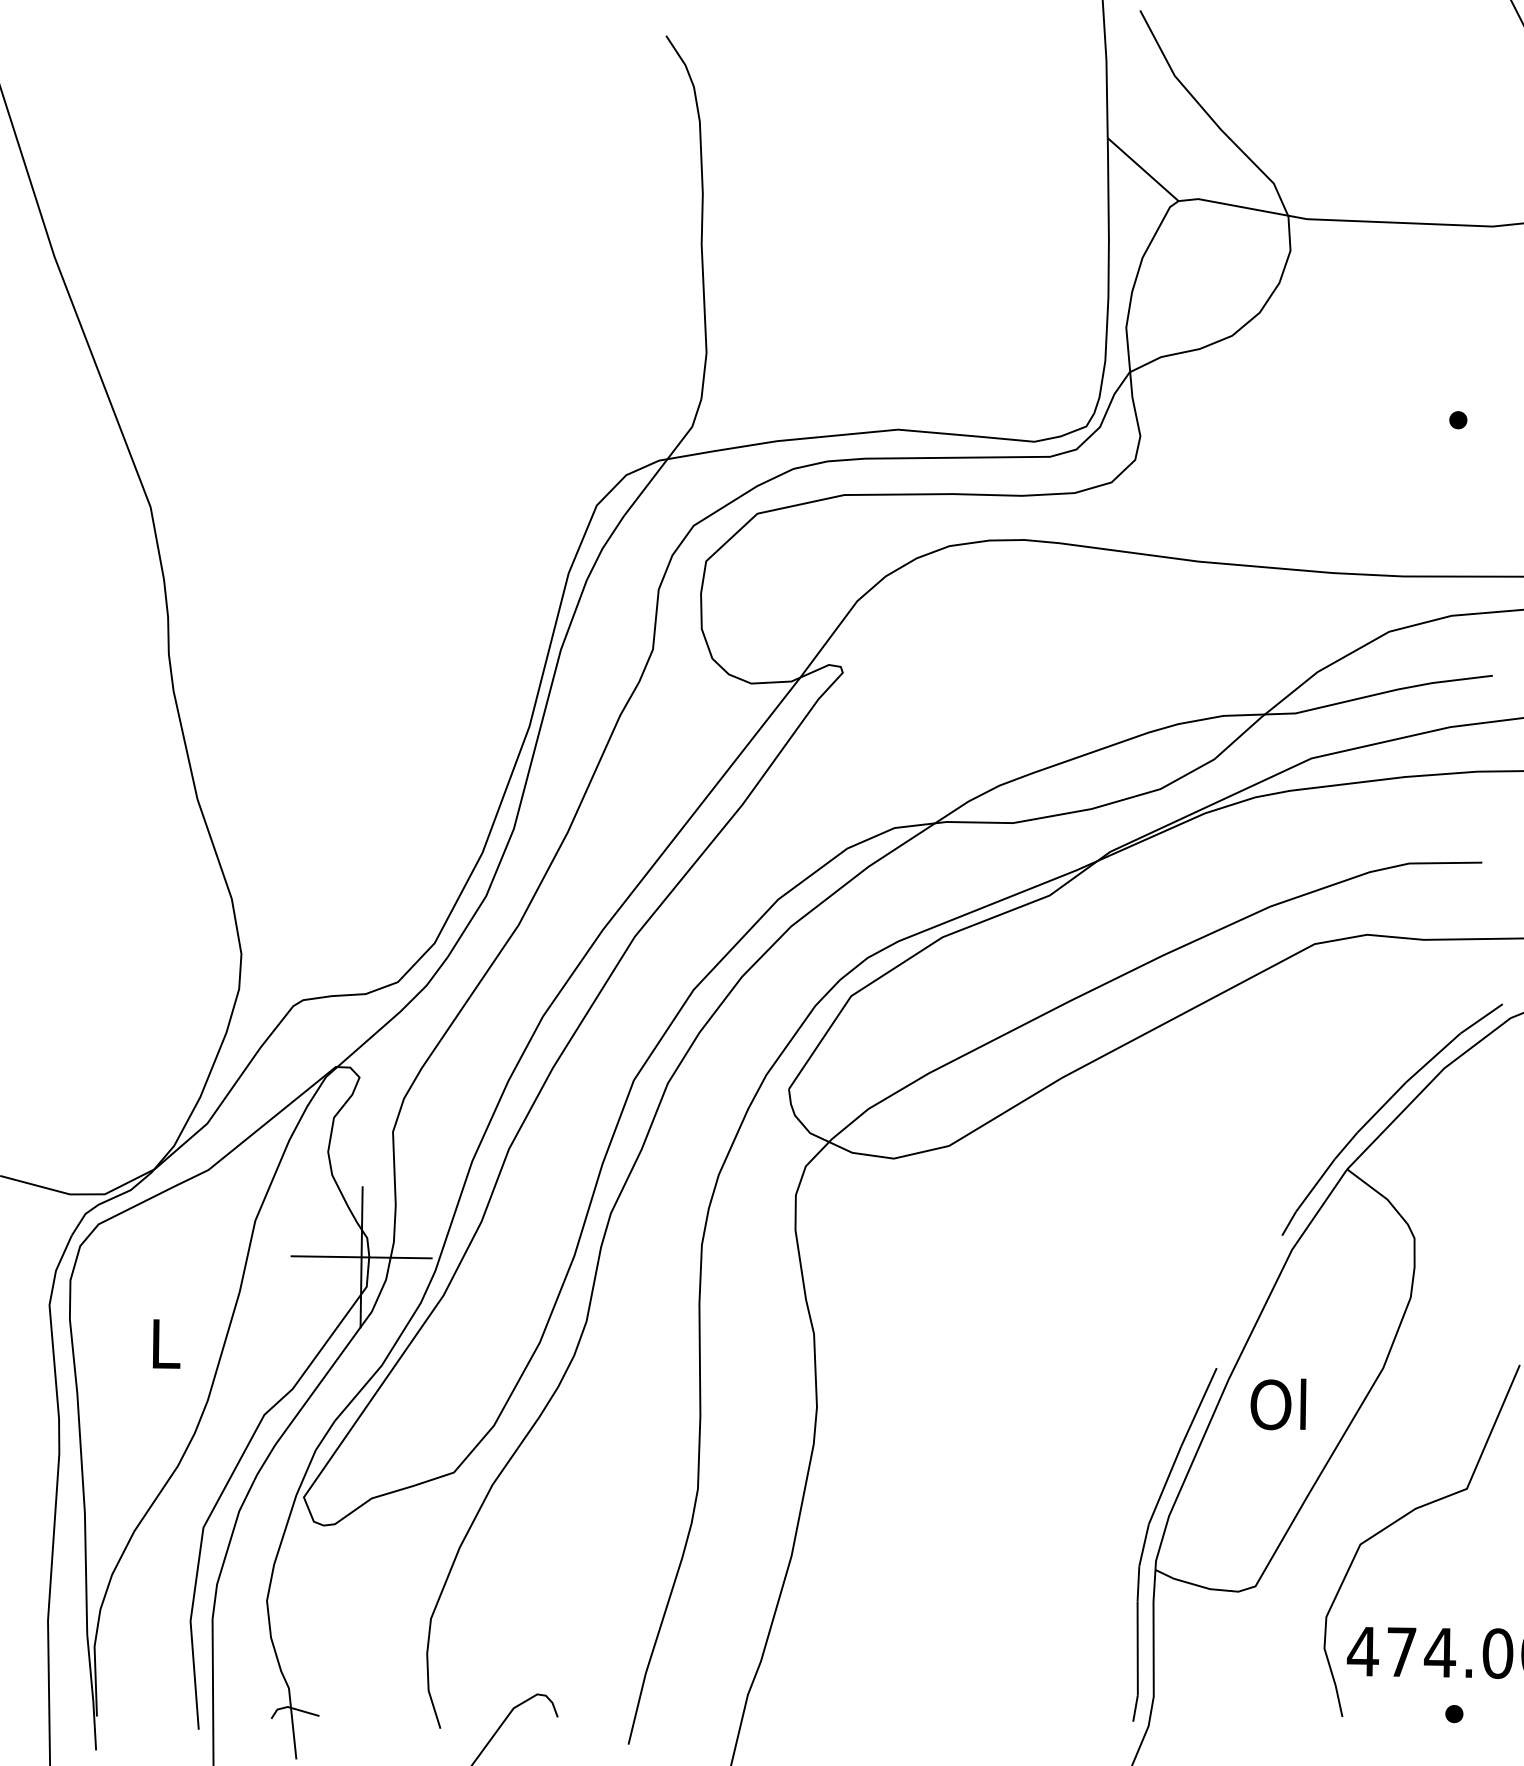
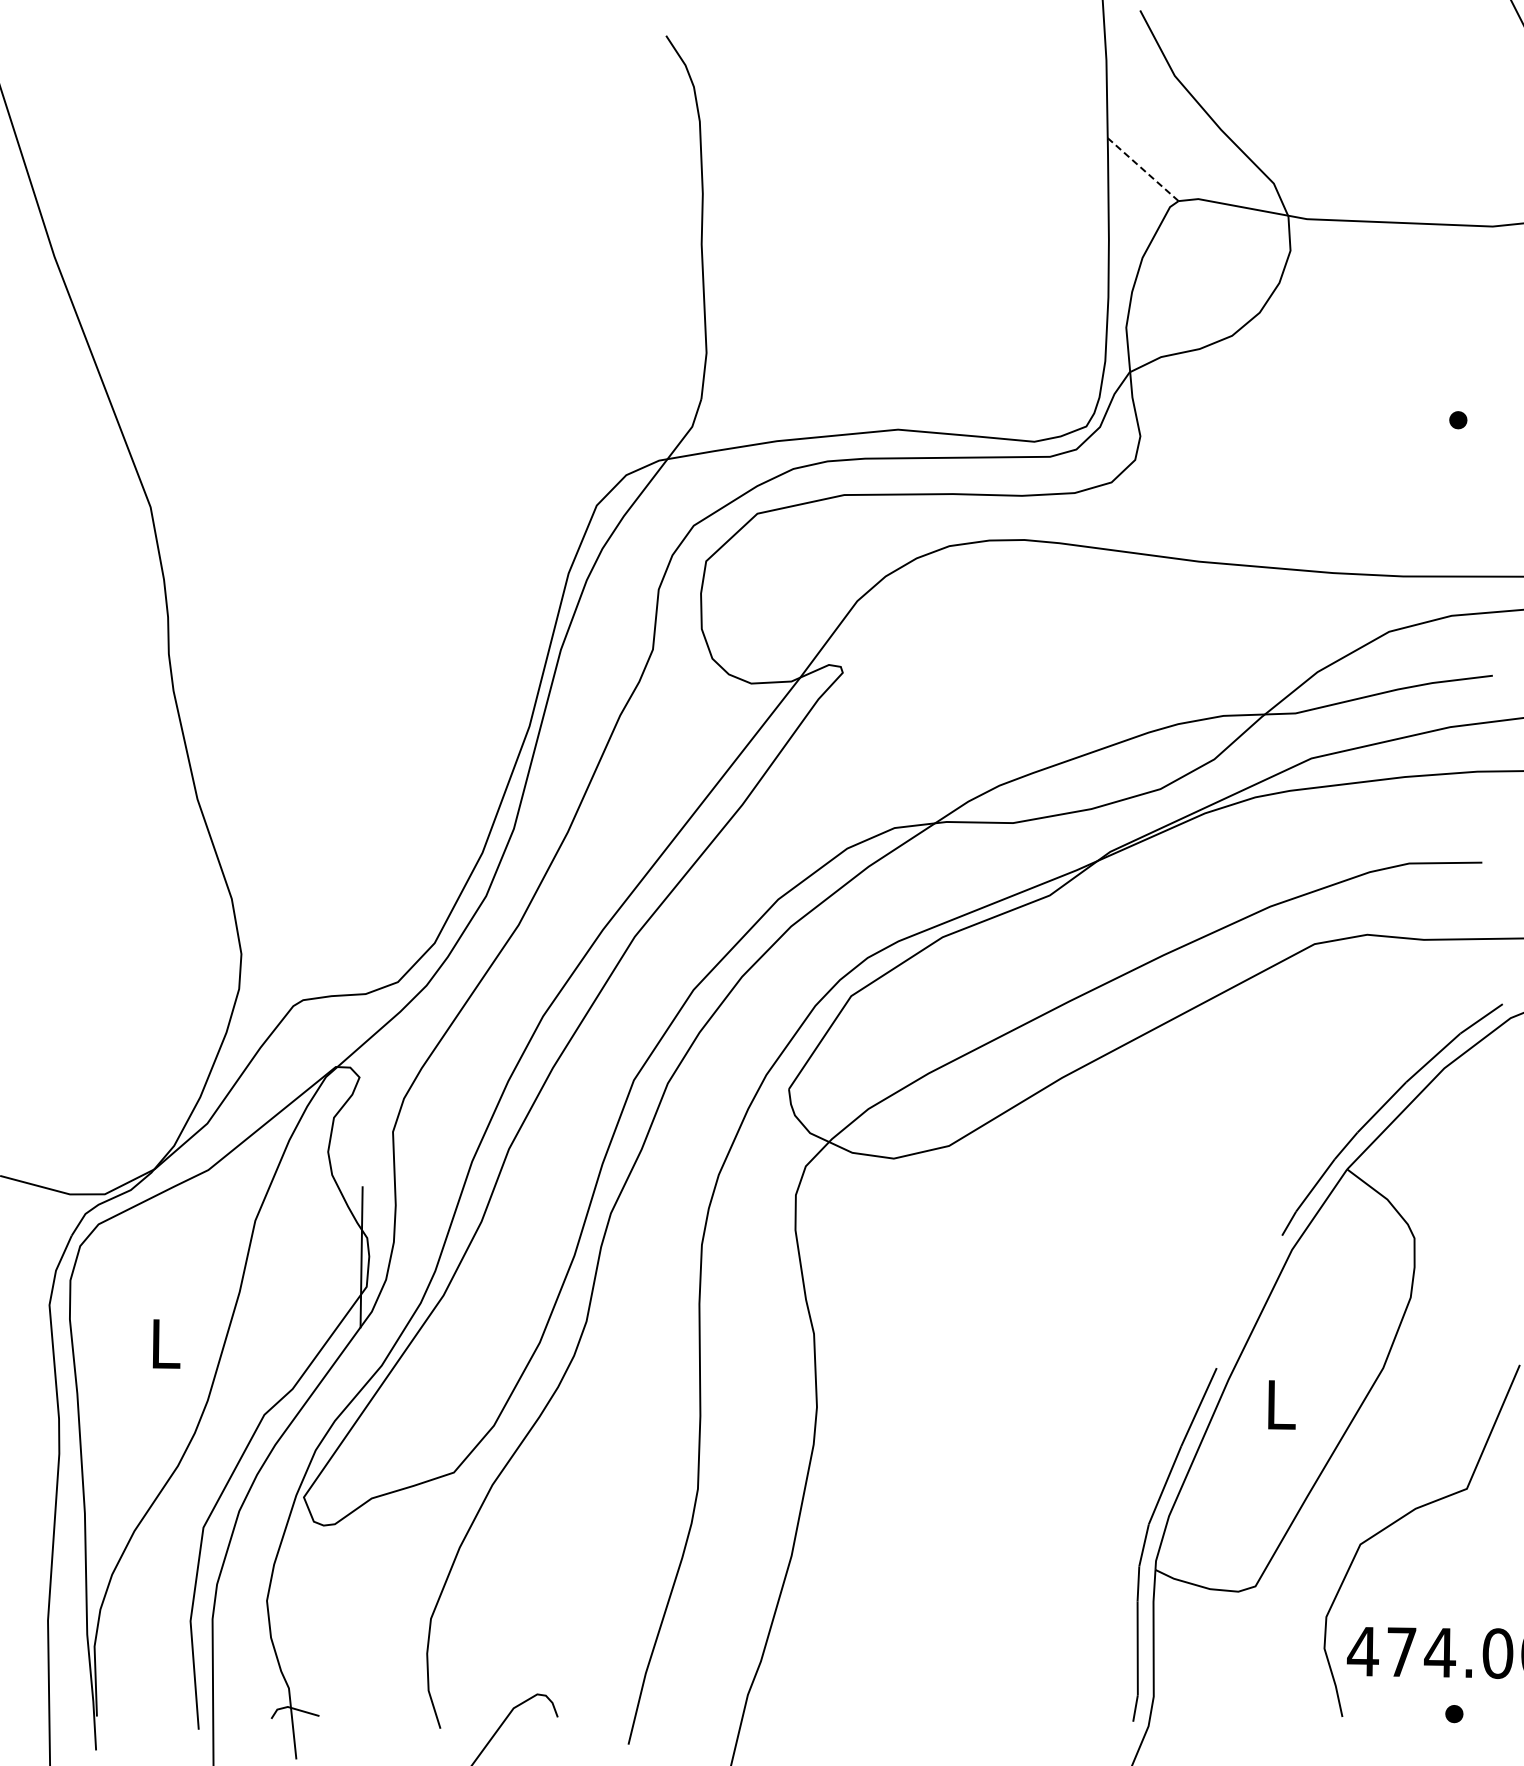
line at (1142, 169): solid -> dashed
line at (361, 1257): present -> none
text at (1278, 1404): Ol -> L
